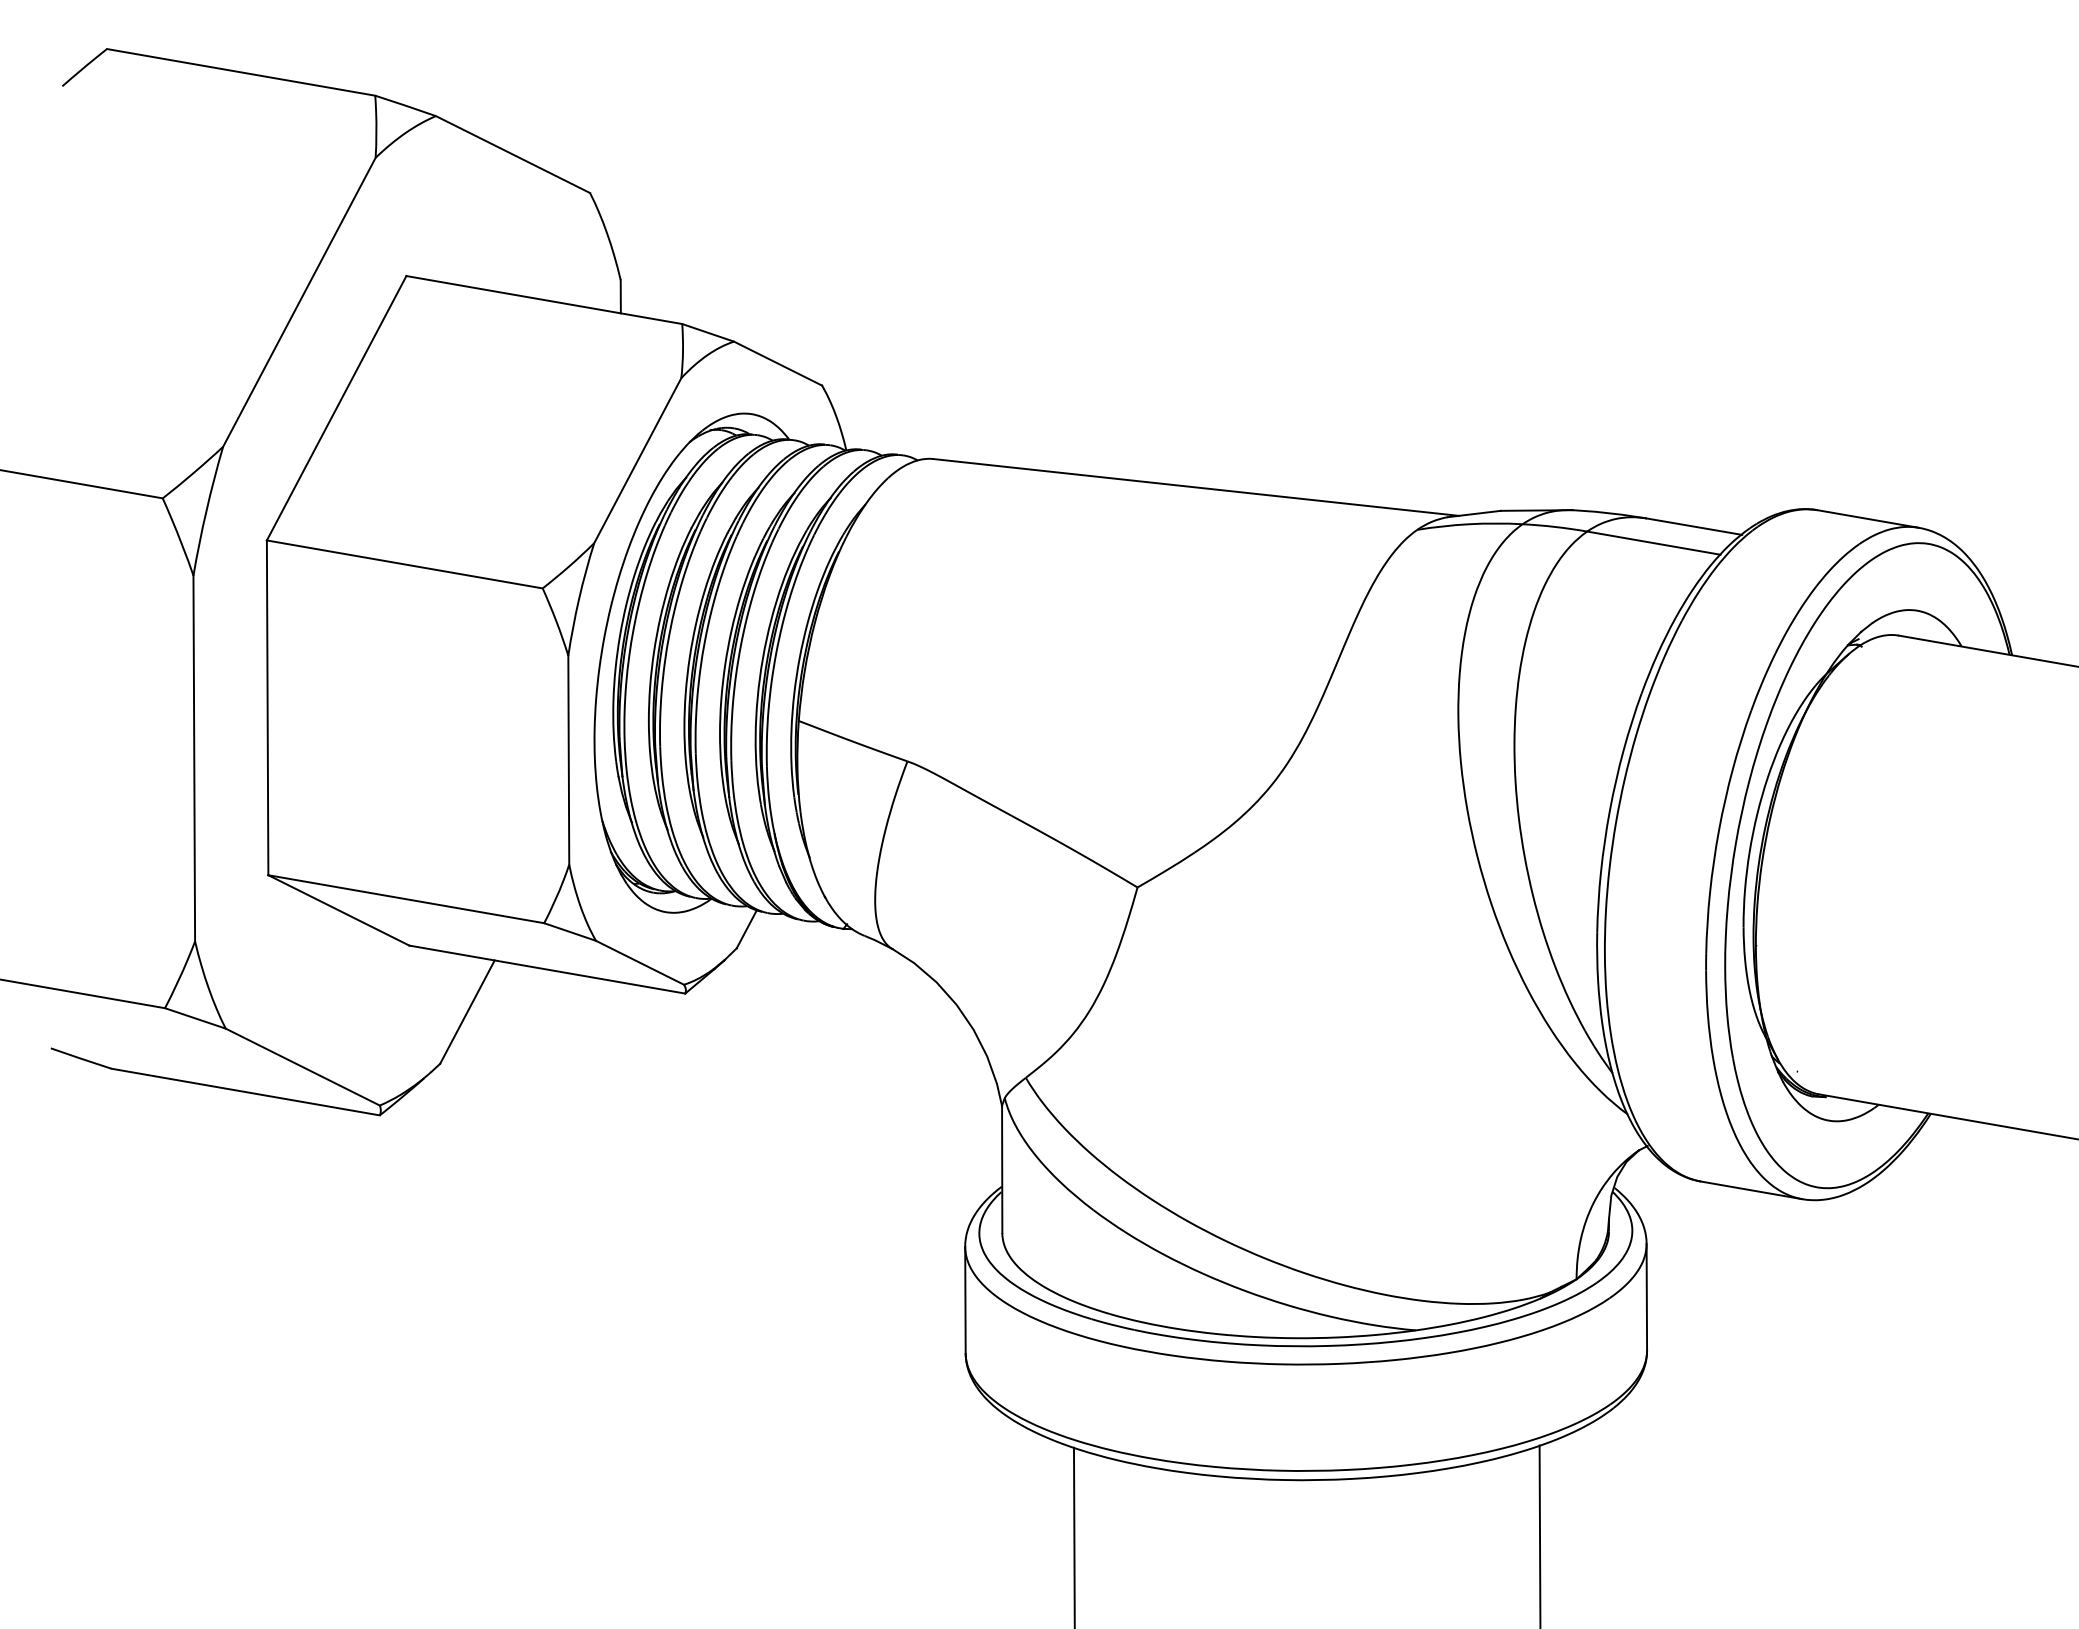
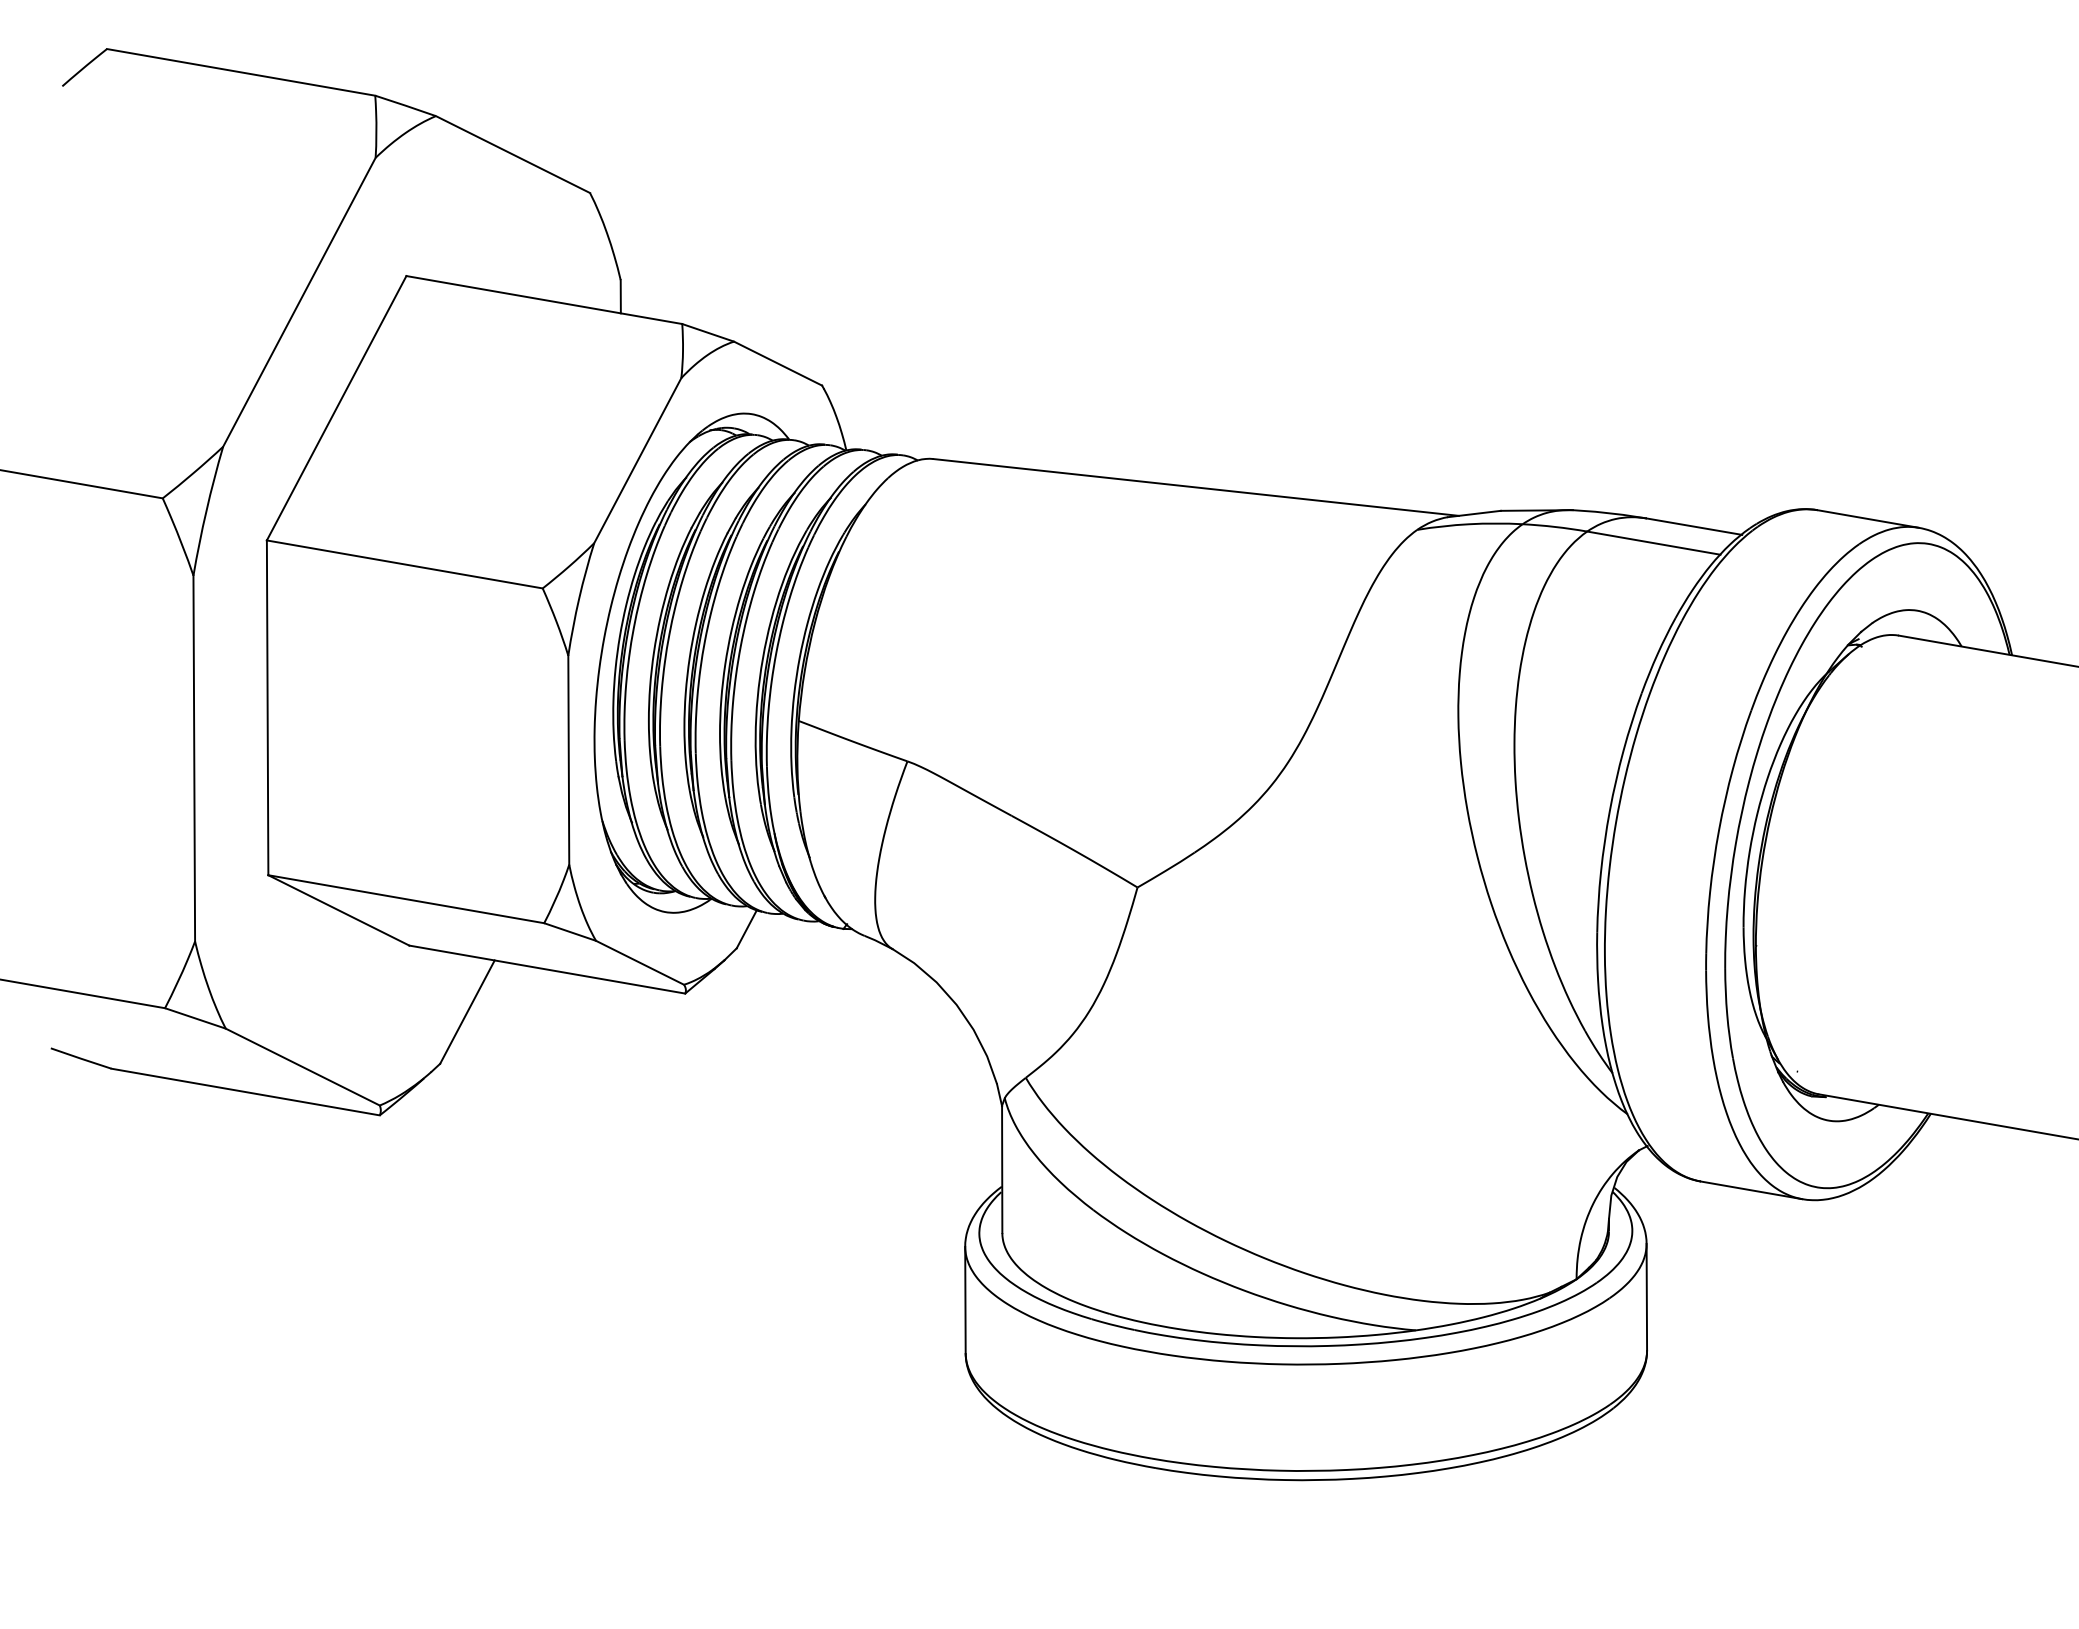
line at (1539, 1535): present -> none
line at (1073, 1536): present -> none
